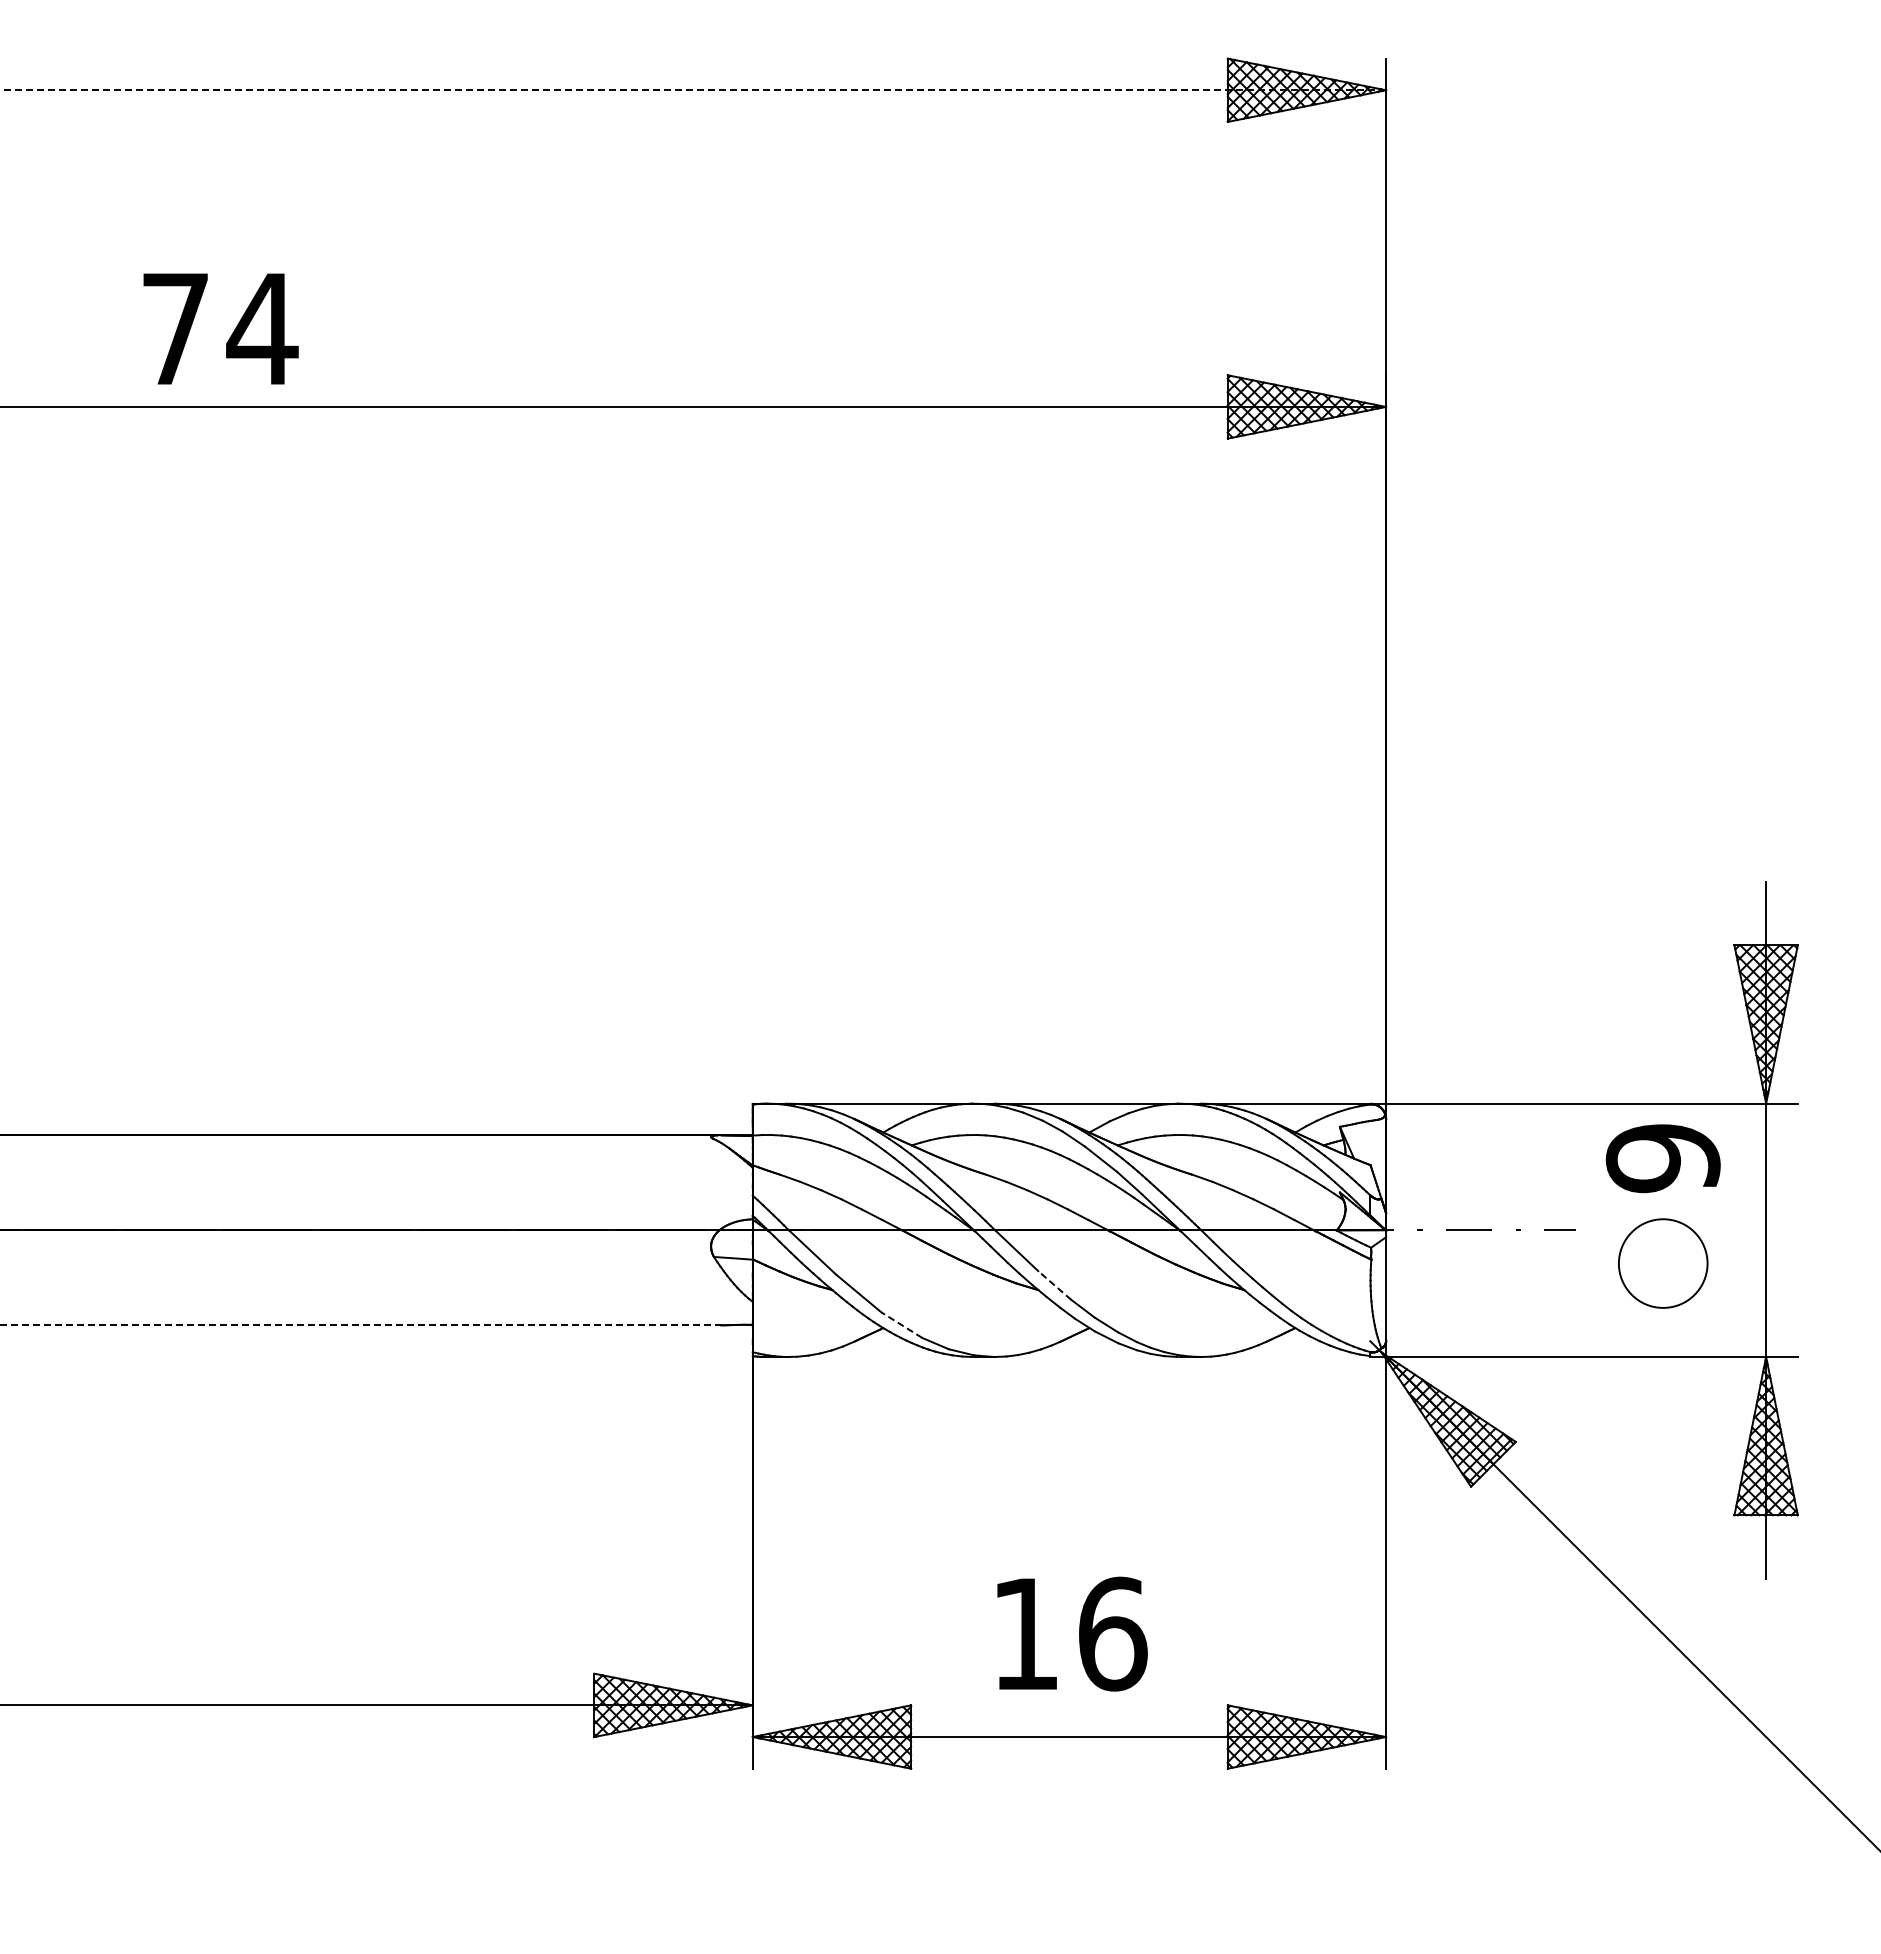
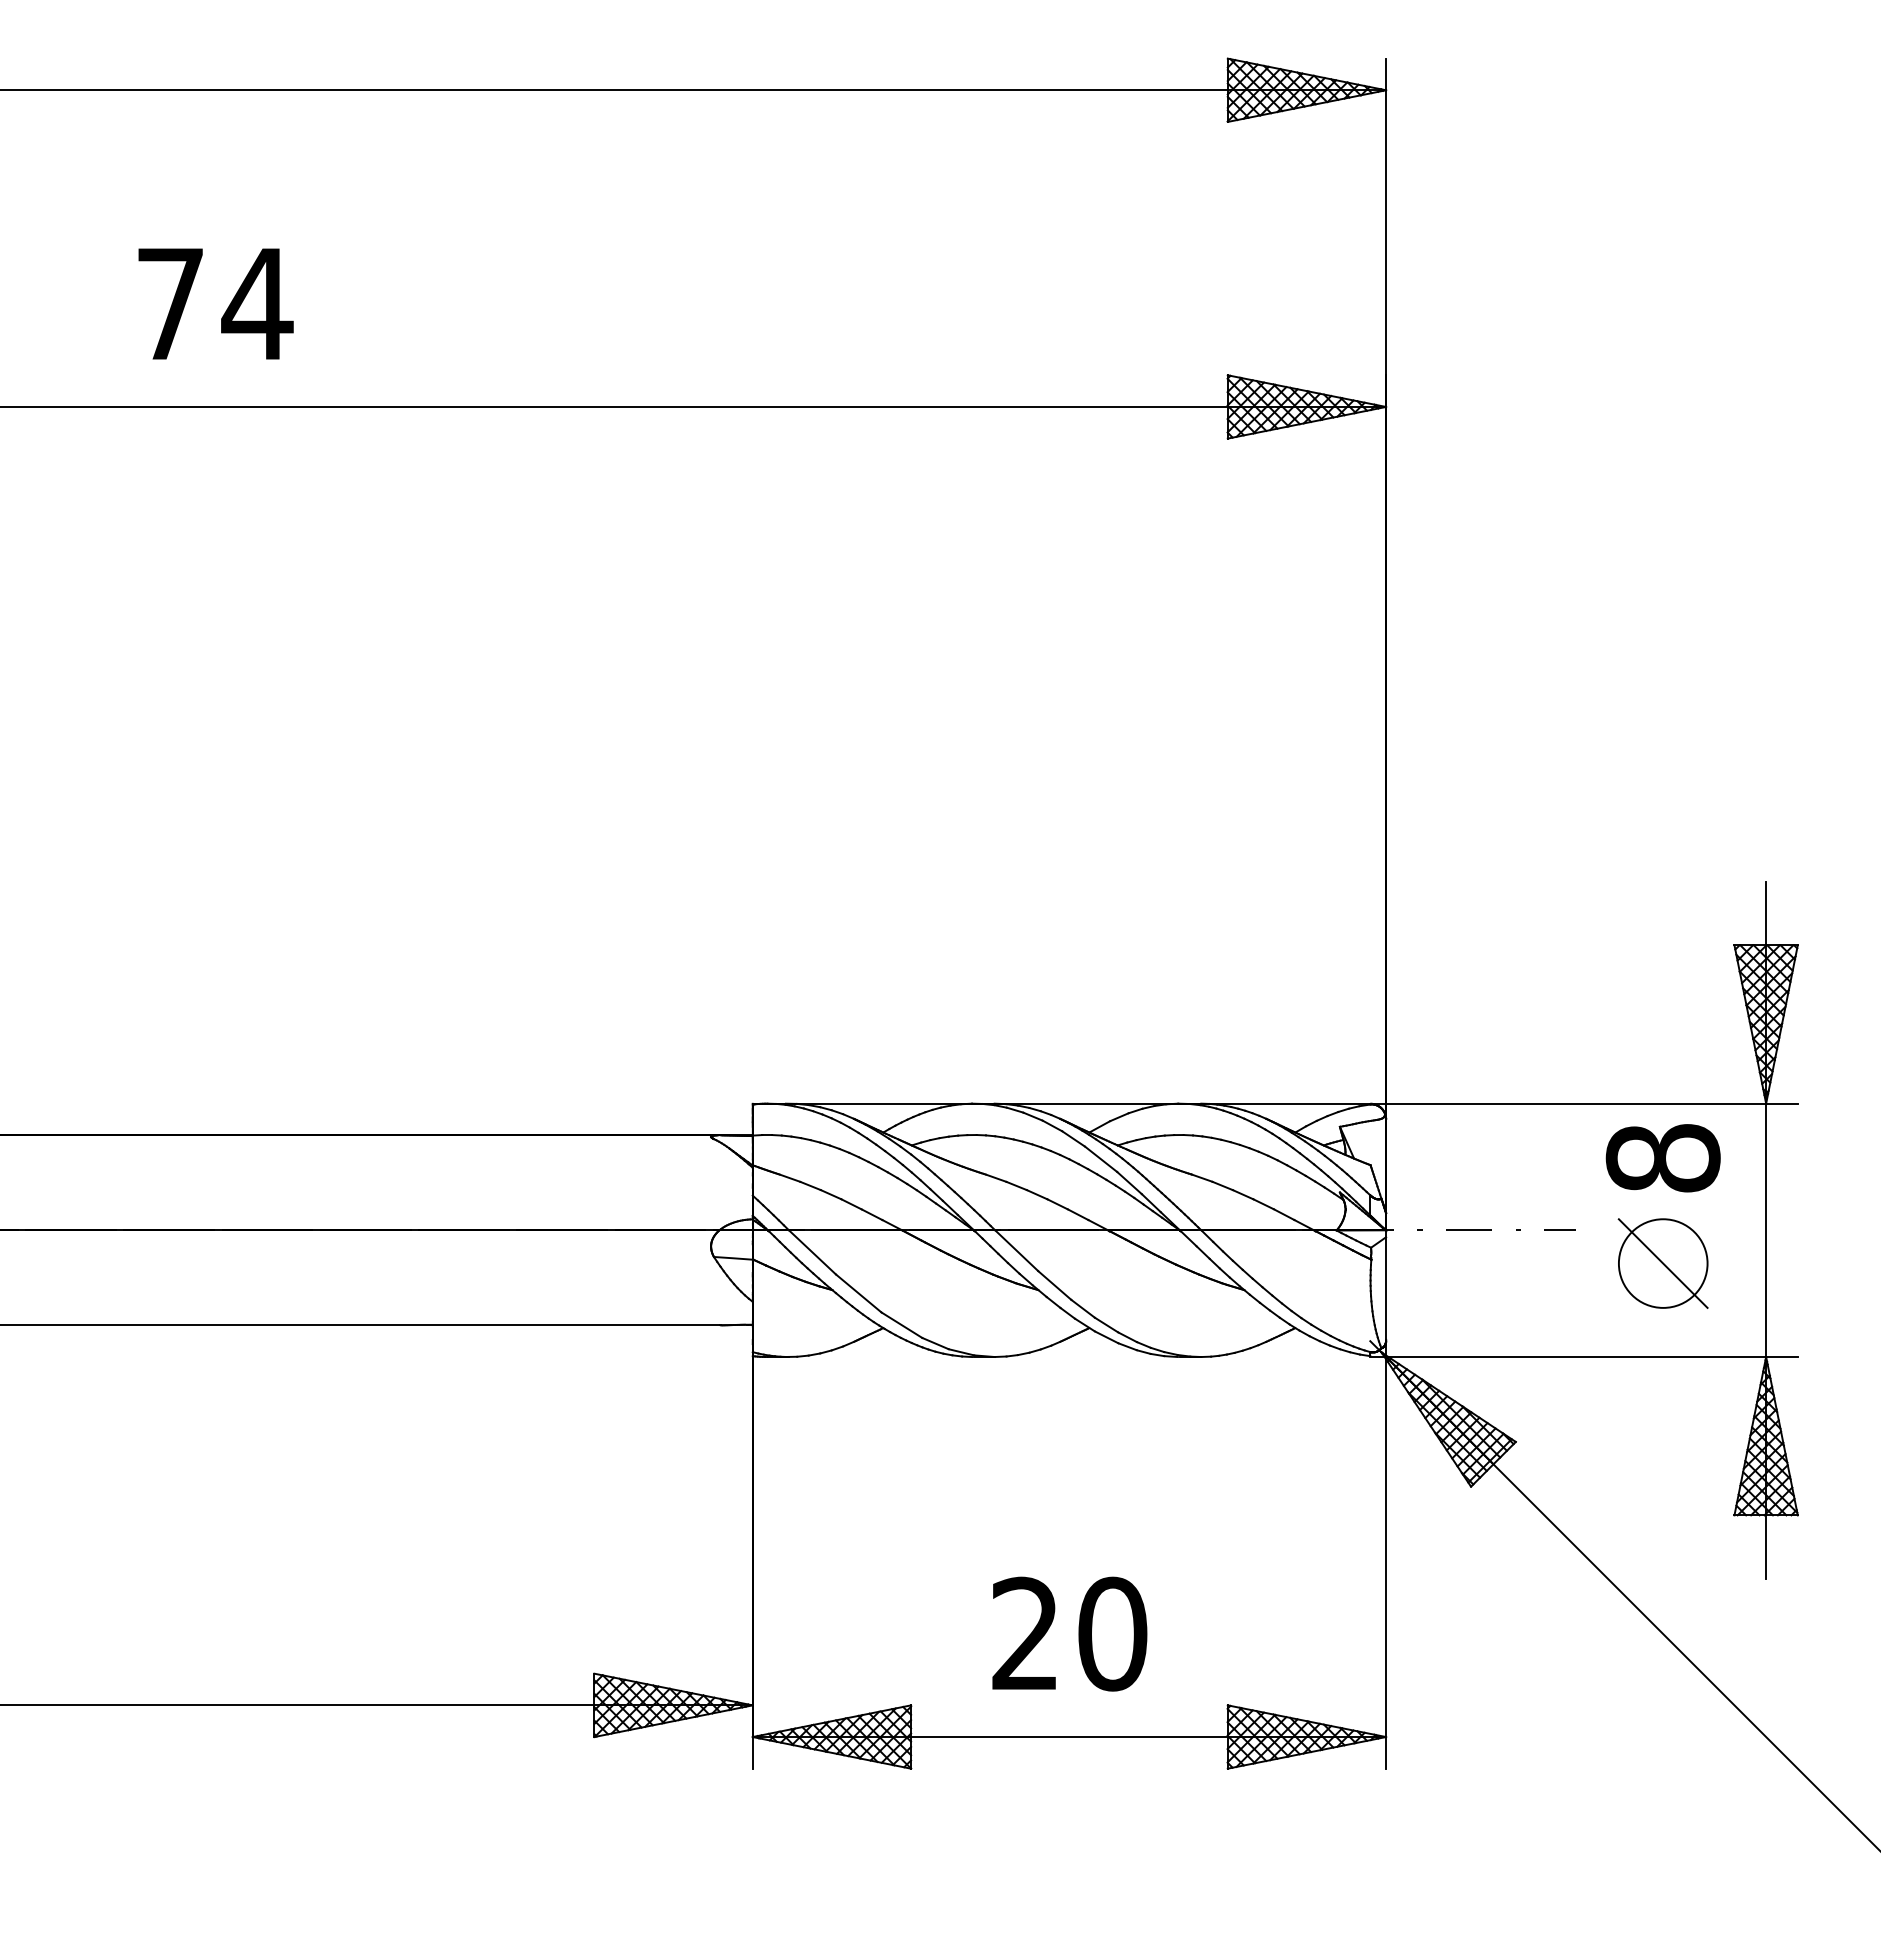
line at (693, 90): dashed -> solid
text at (220, 328) position: (220, 328) -> (215, 303)
text at (1662, 1158): 9 -> 8
line at (1662, 1263): none -> present
line at (1054, 1285): dashed -> solid
line at (901, 1324): dashed -> solid
line at (360, 1325): dashed -> solid
text at (1069, 1633): 16 -> 20
